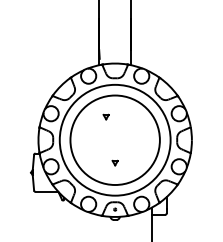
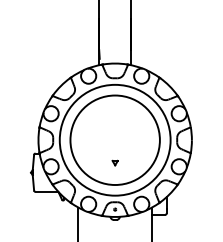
part at (105, 116): present -> none
line at (78, 222): none -> present
